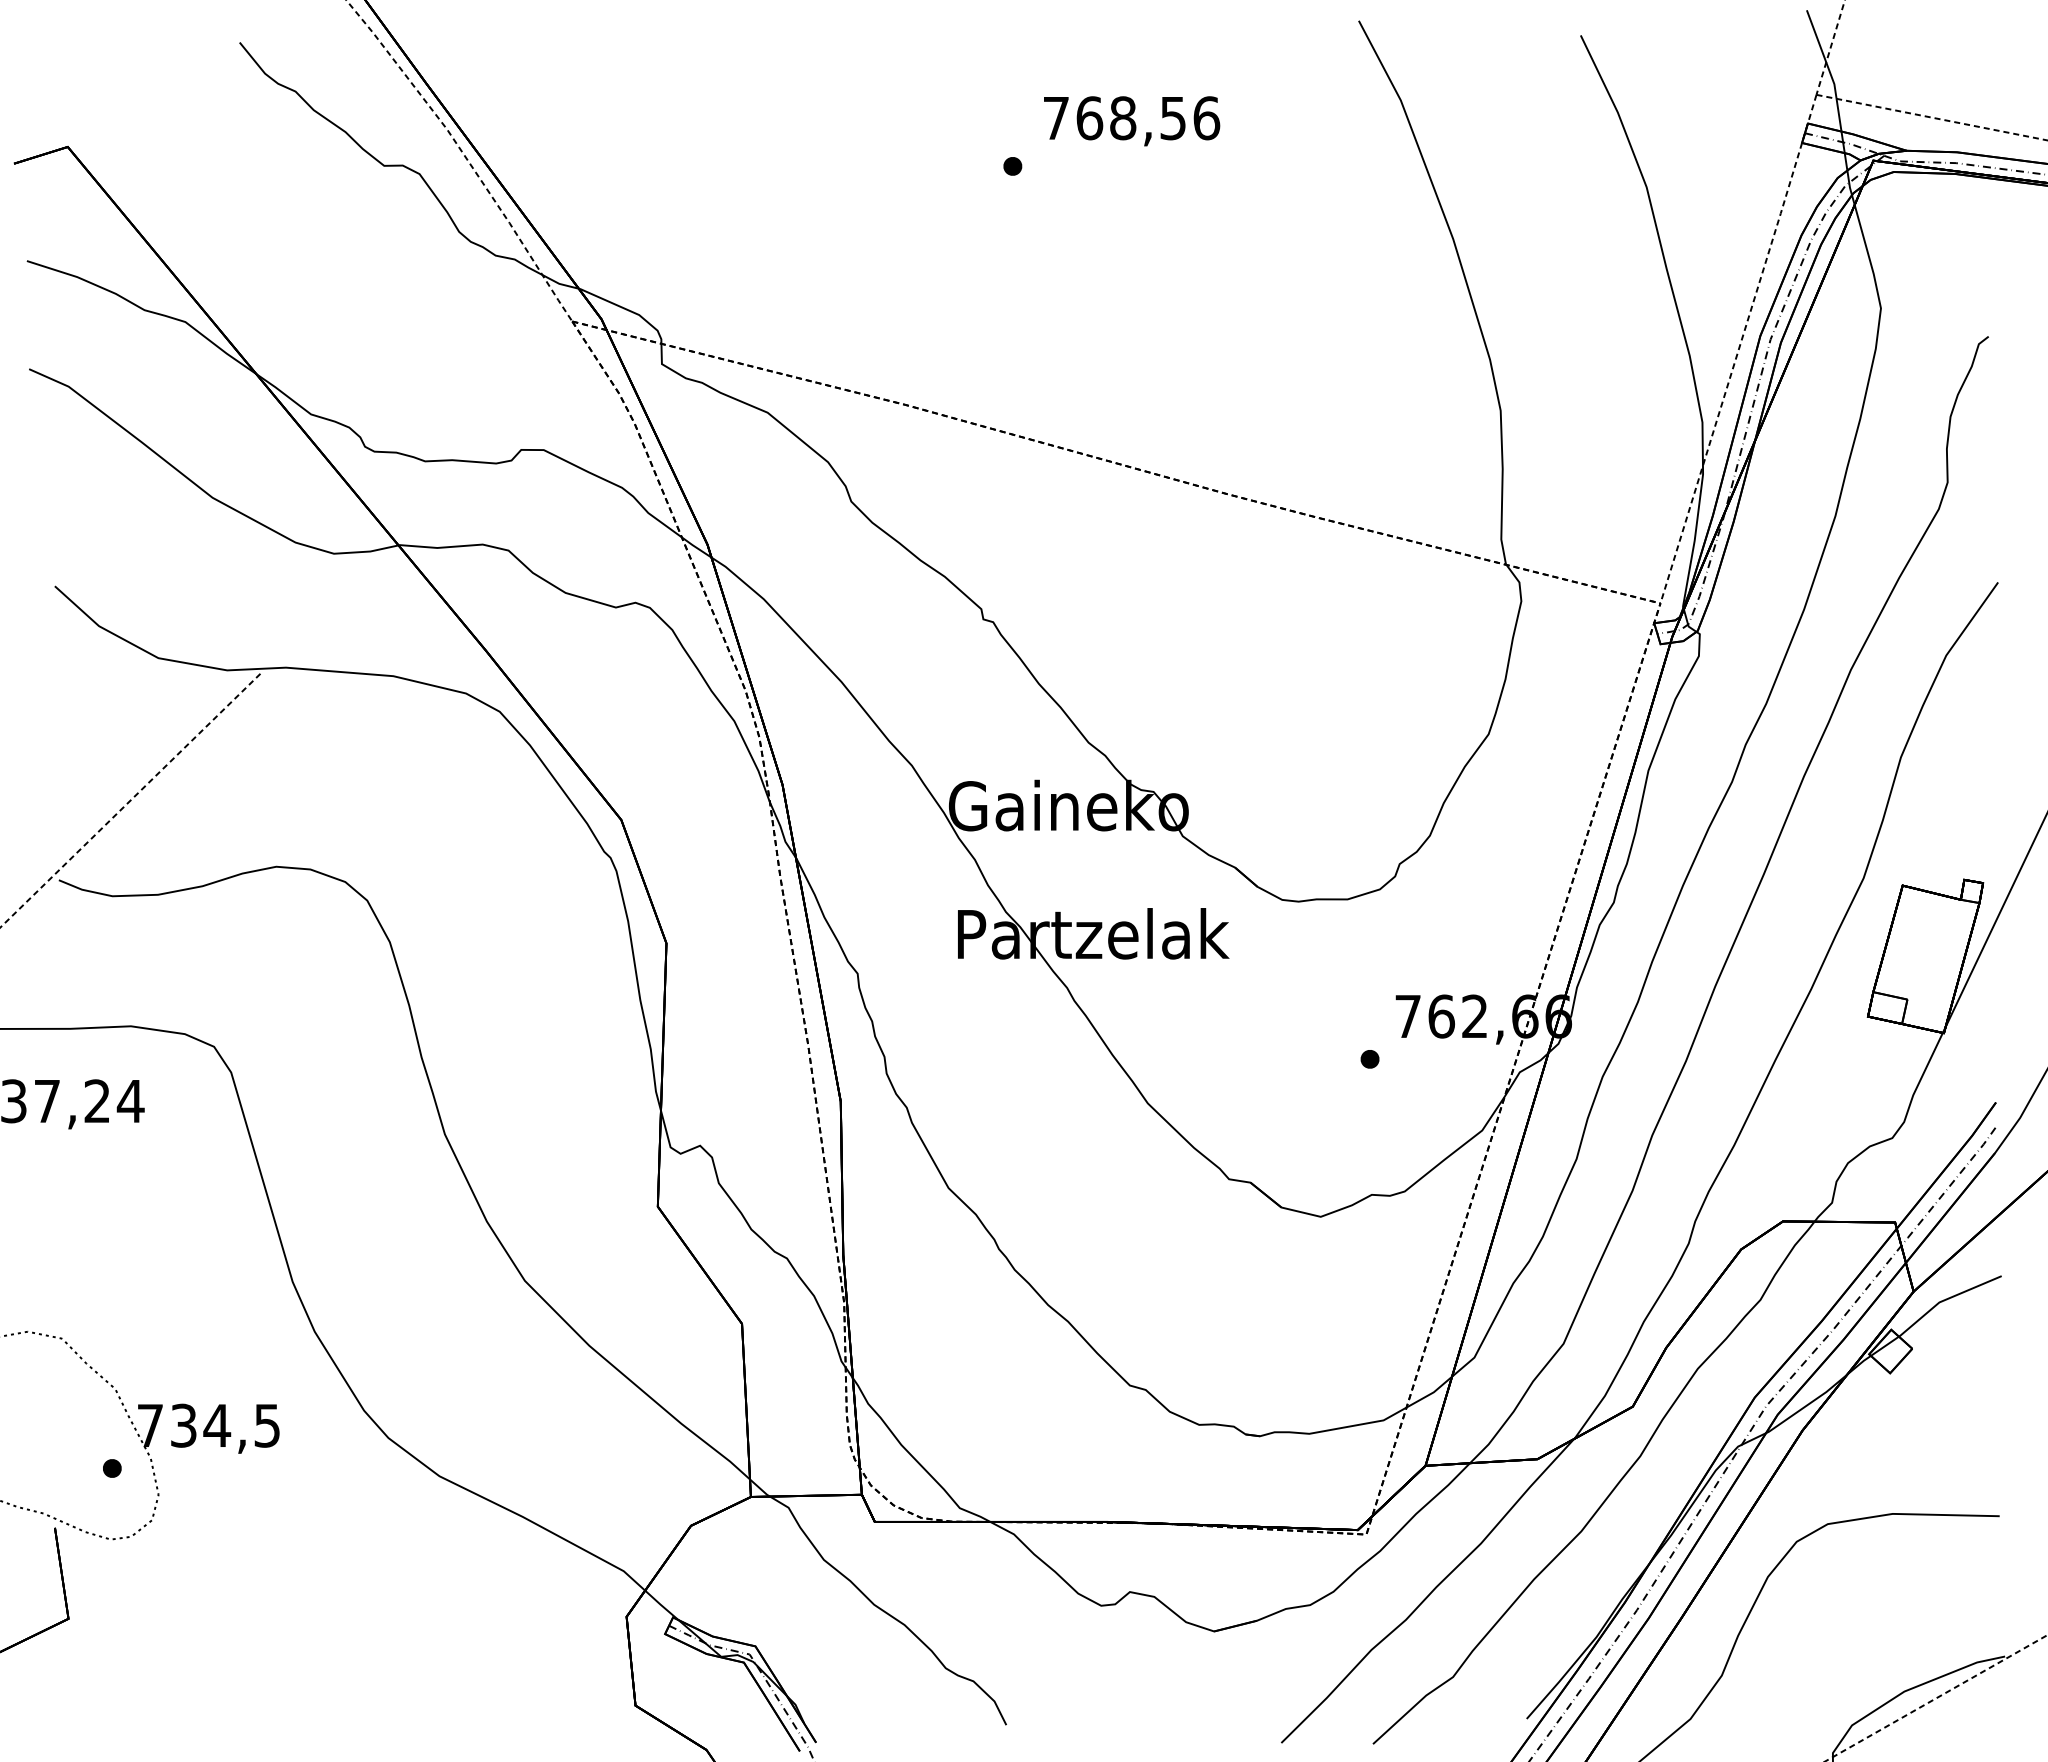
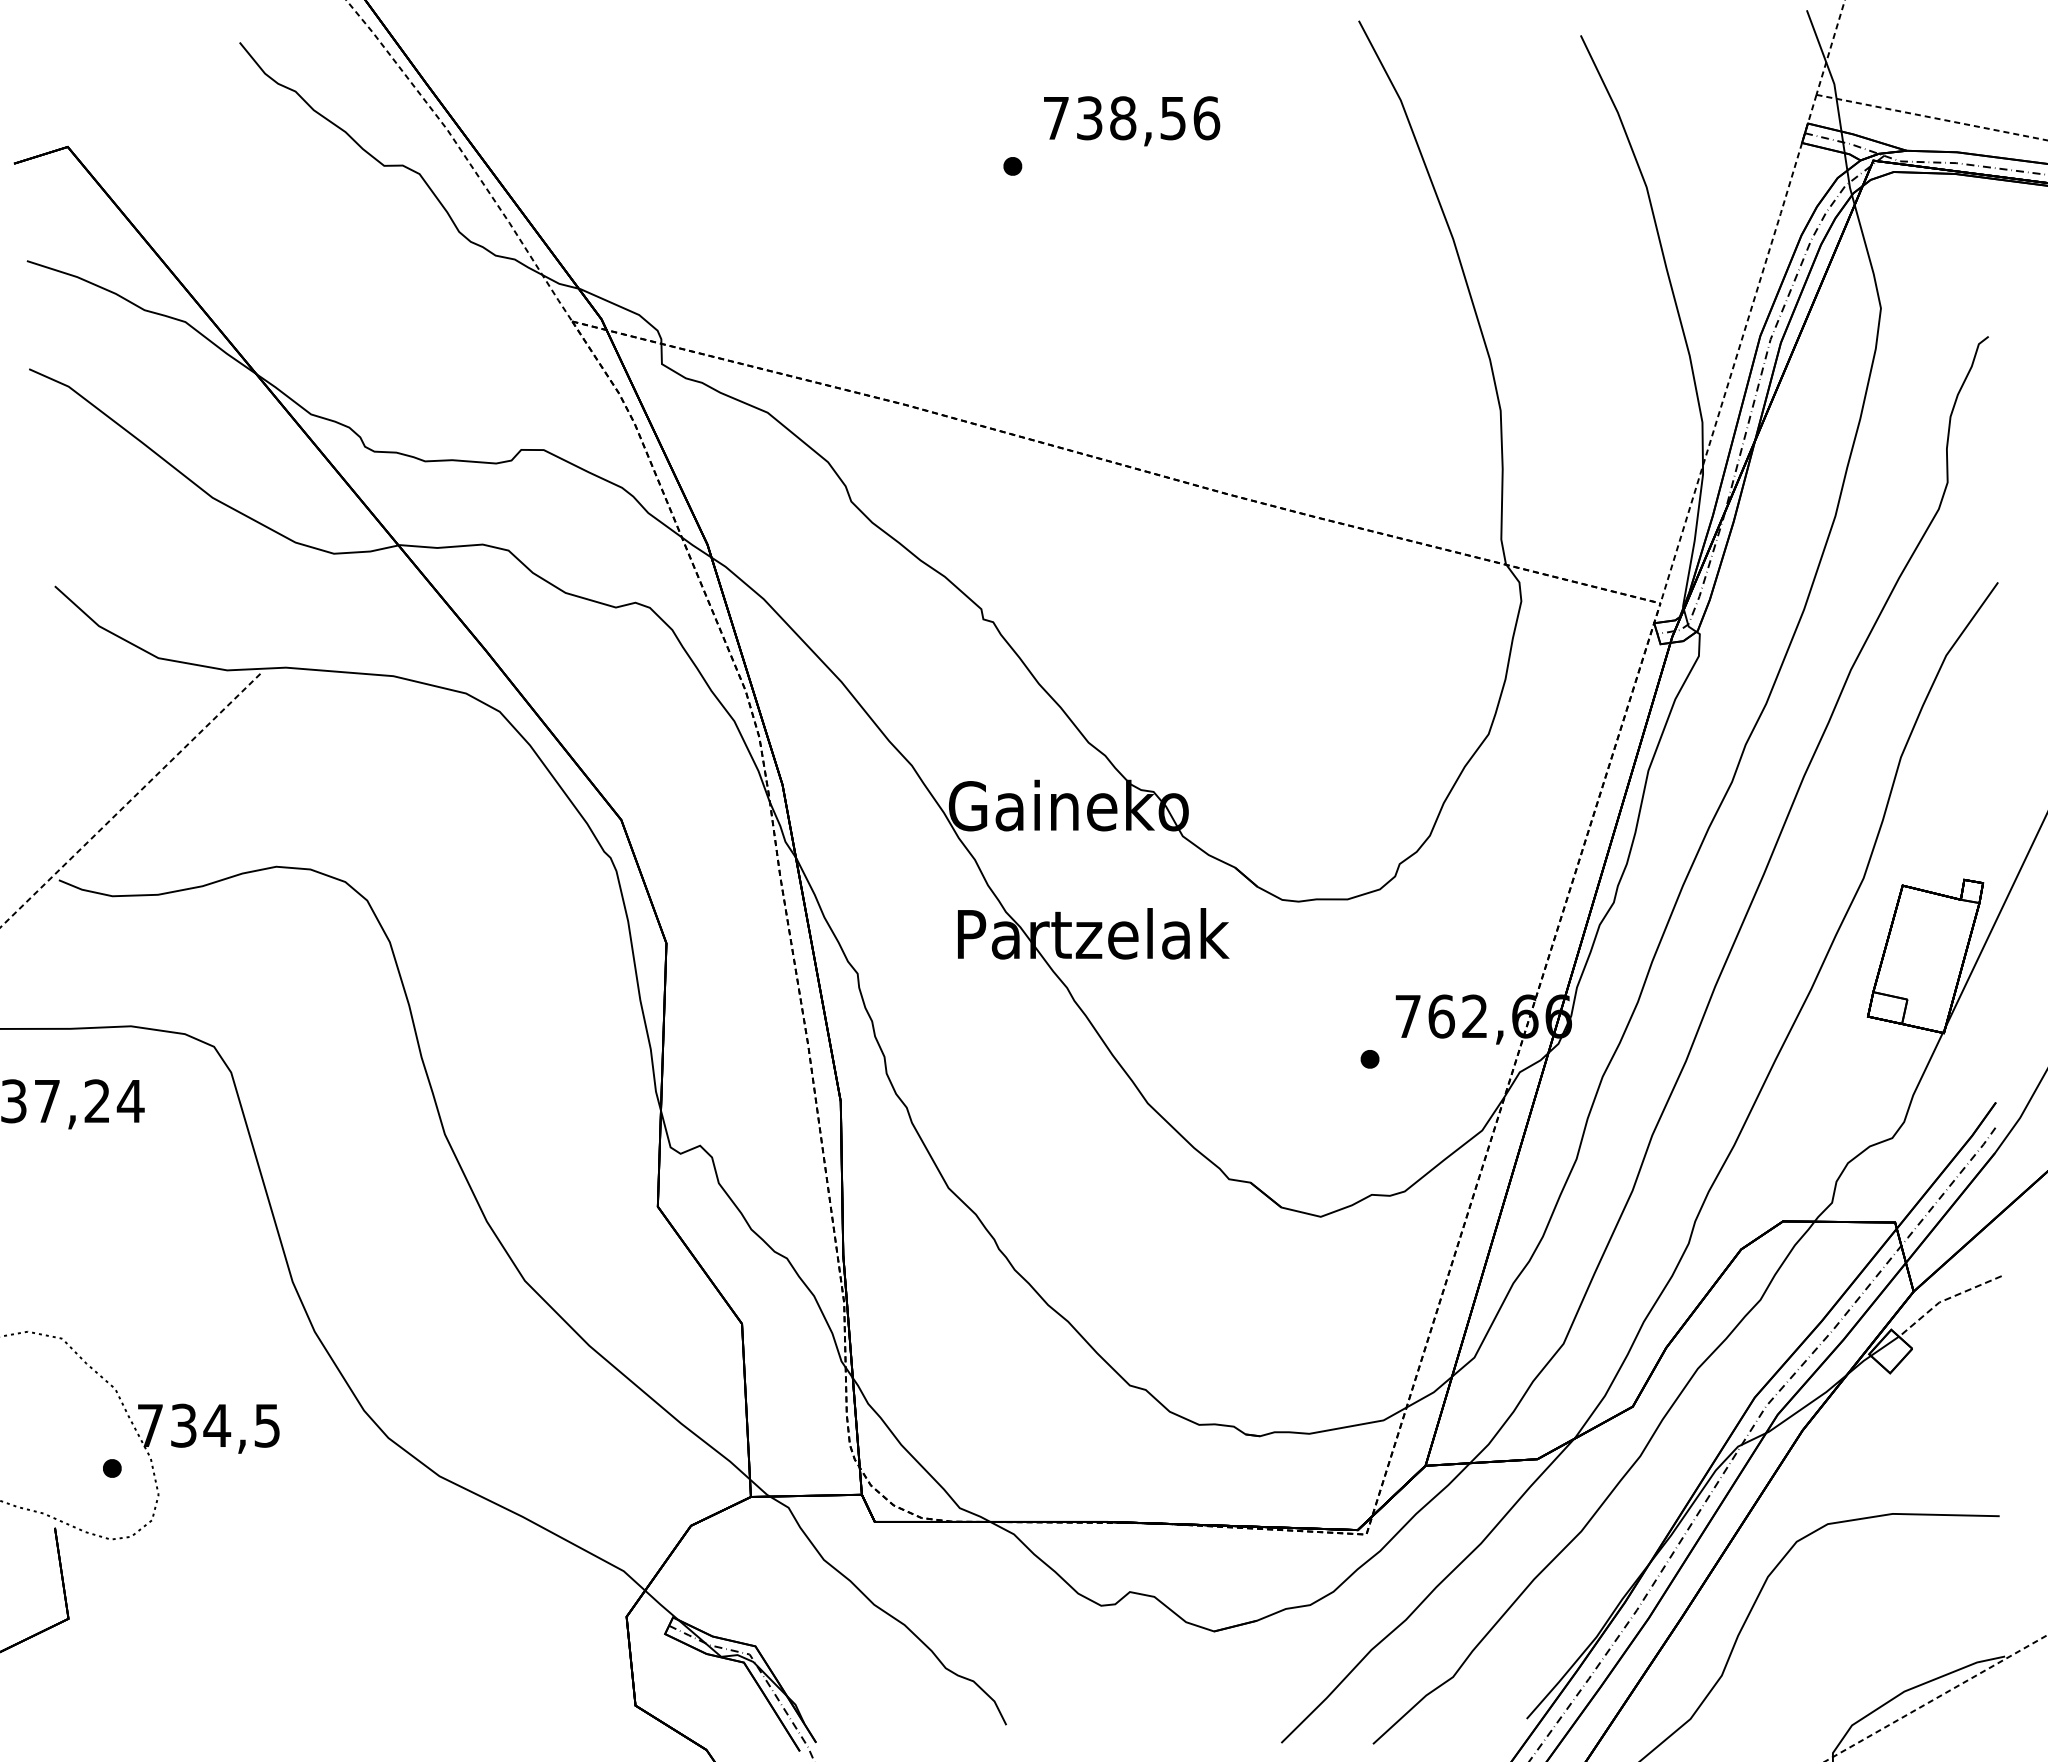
text at (1089, 118): 768,56 -> 738,56
line at (1944, 1300): solid -> dashed
